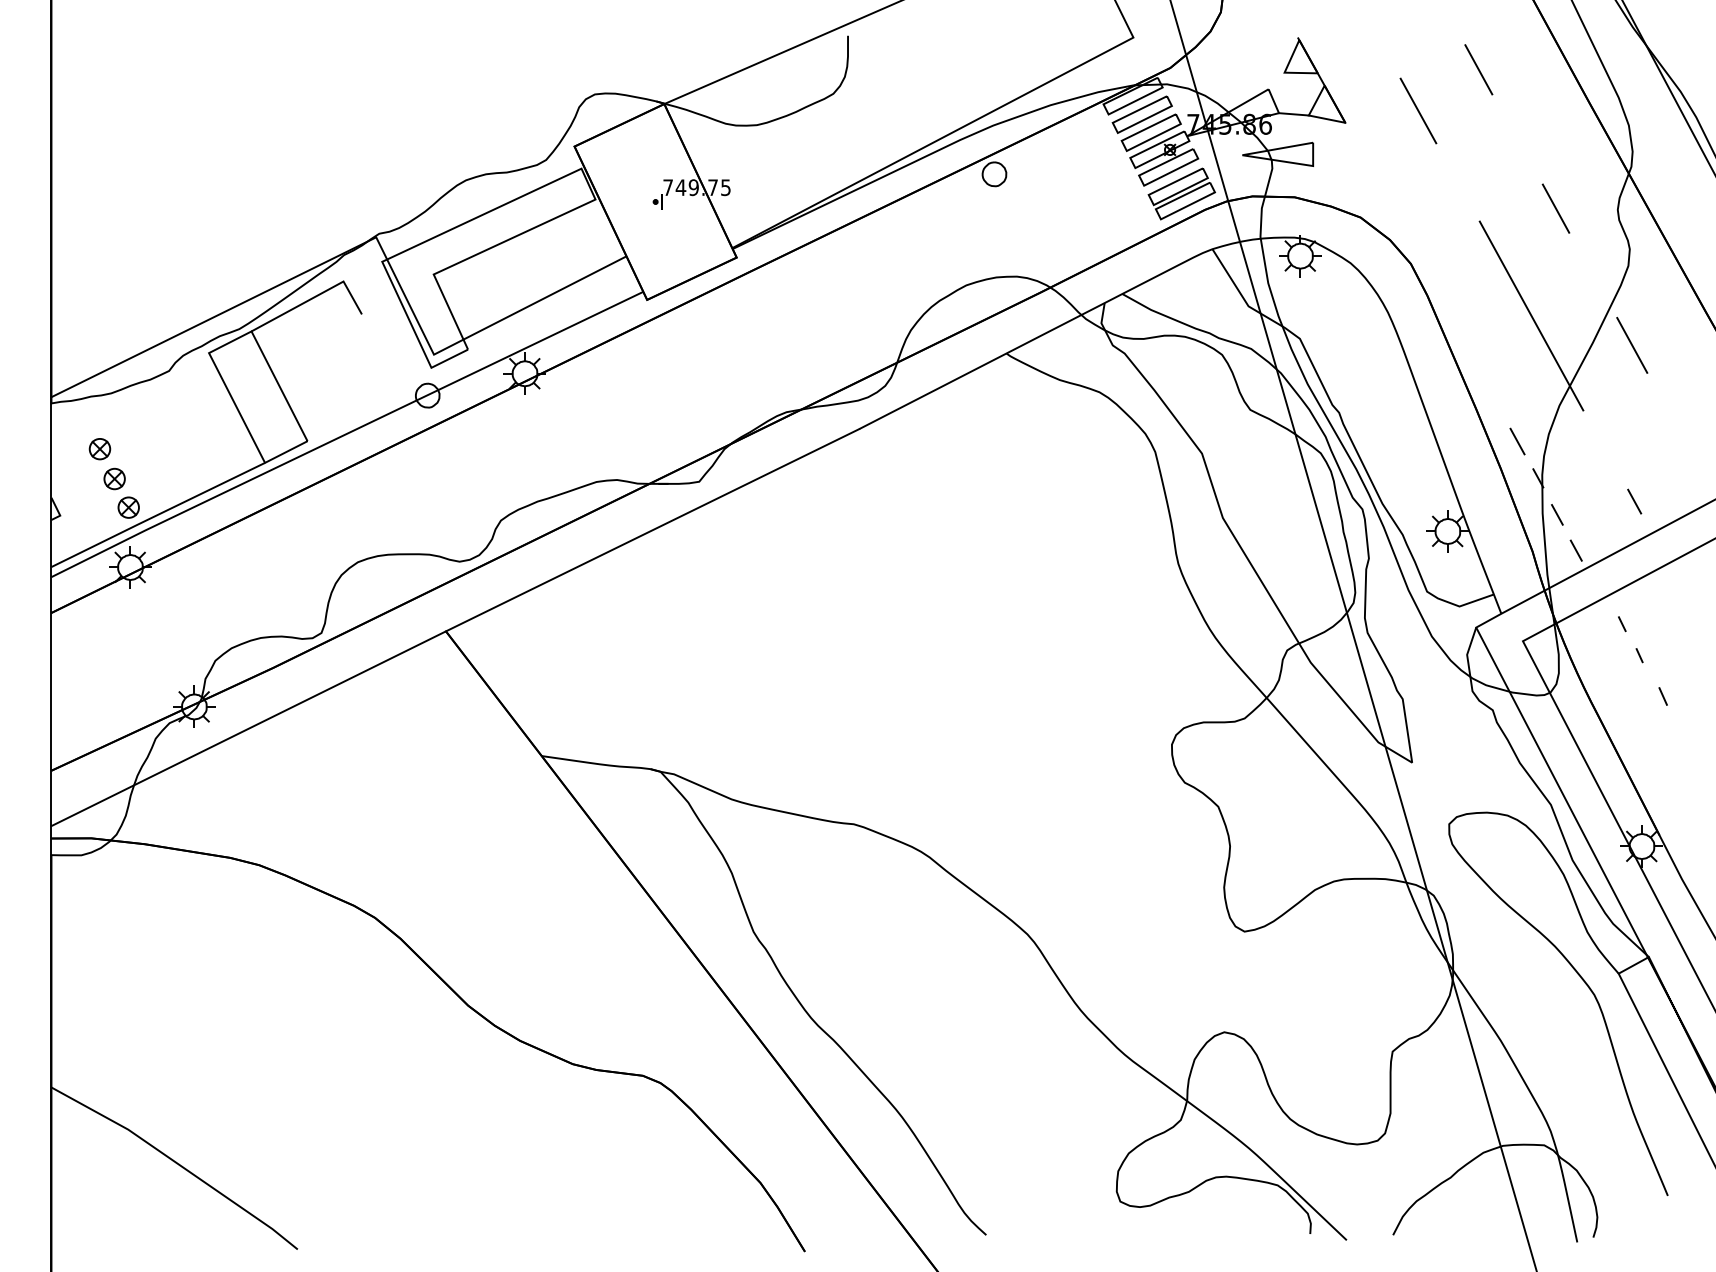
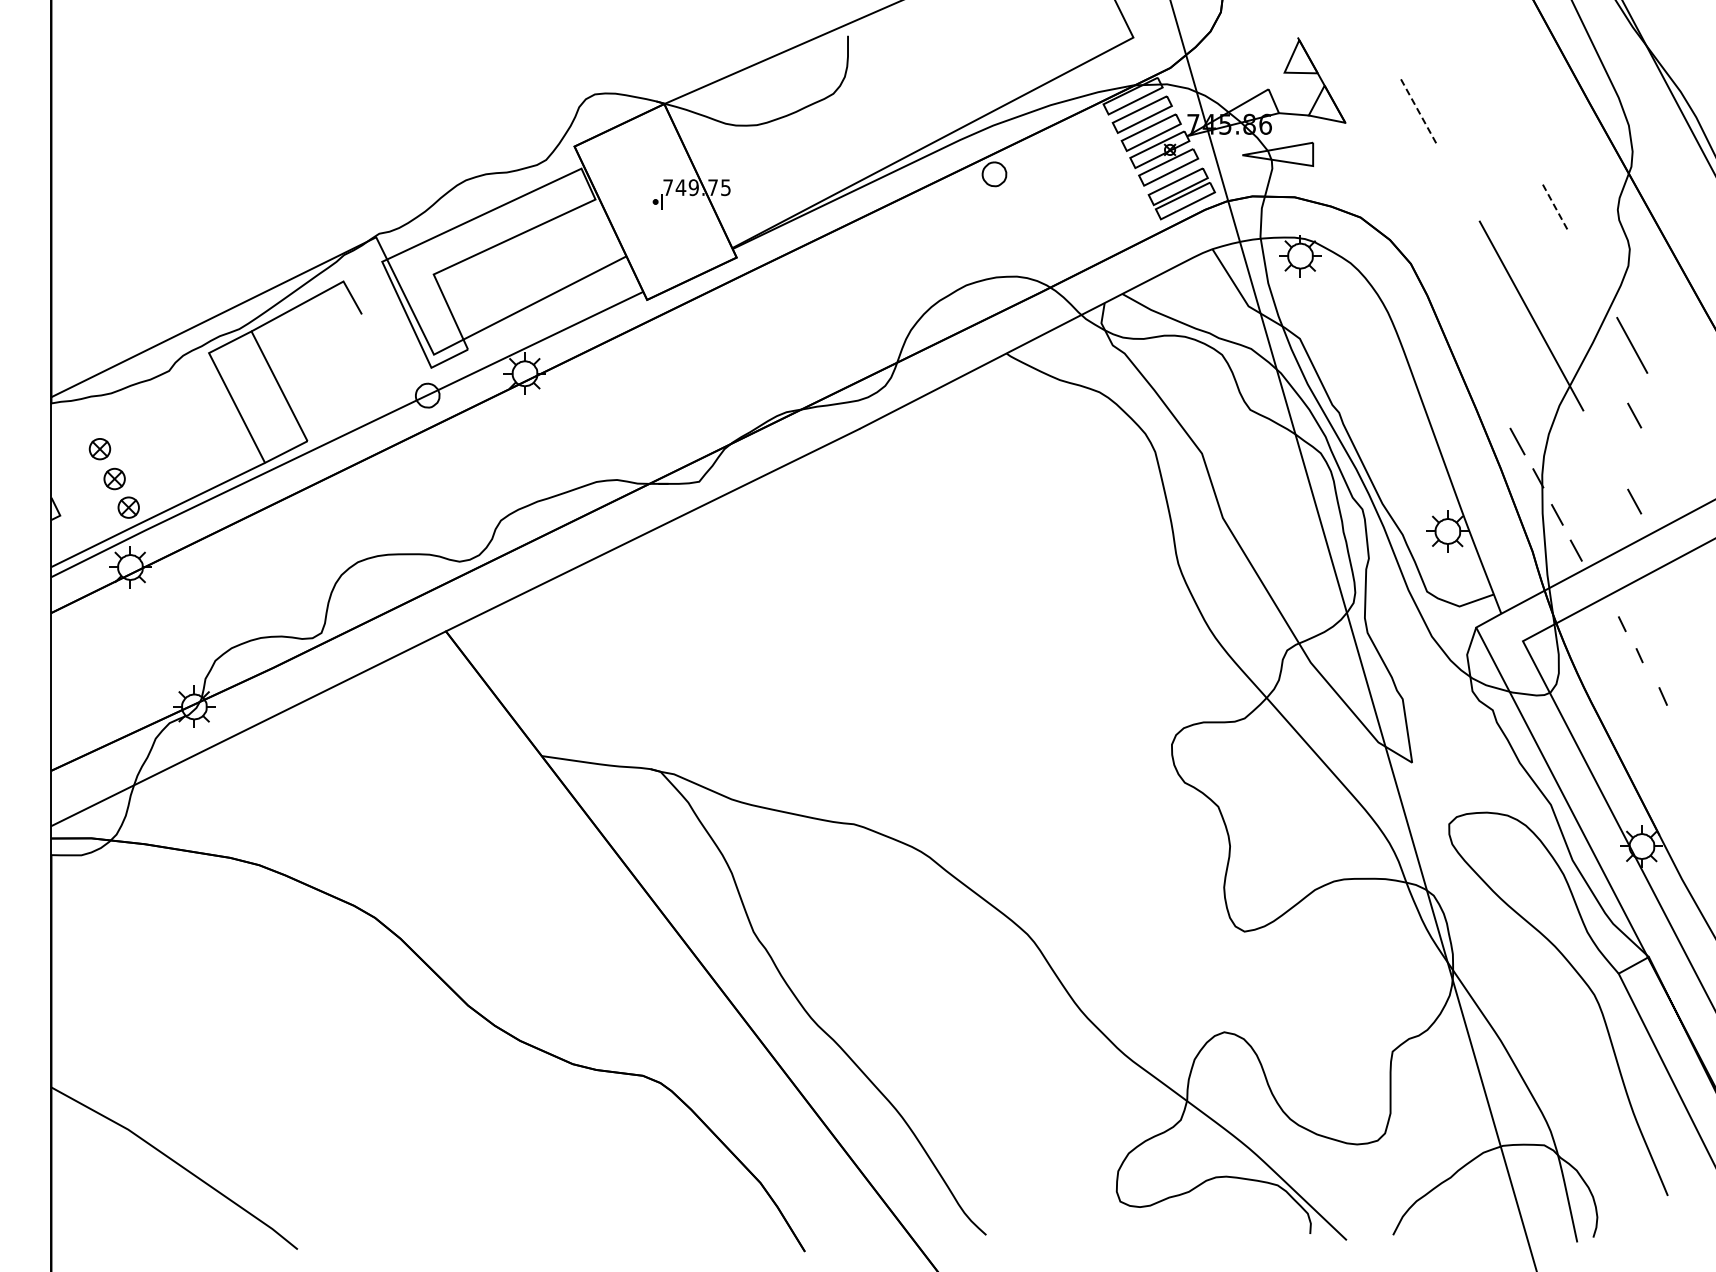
line at (1478, 69): present -> none
line at (1418, 111): solid -> dashed
line at (1556, 209): solid -> dashed
line at (1634, 415): none -> present
